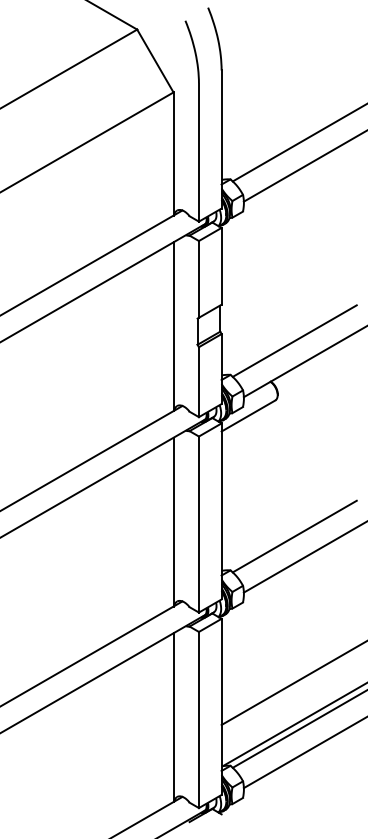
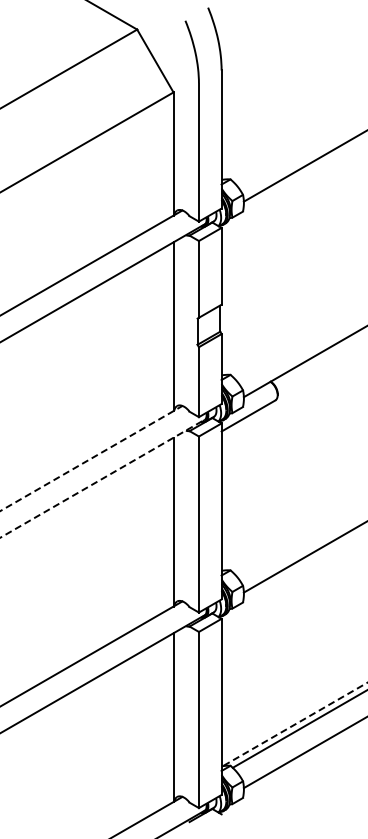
line at (298, 143): present -> none
line at (294, 340): present -> none
line at (91, 458): solid -> dashed
line at (103, 478): solid -> dashed
line at (294, 536): present -> none
line at (292, 683): present -> none
line at (294, 724): solid -> dashed
